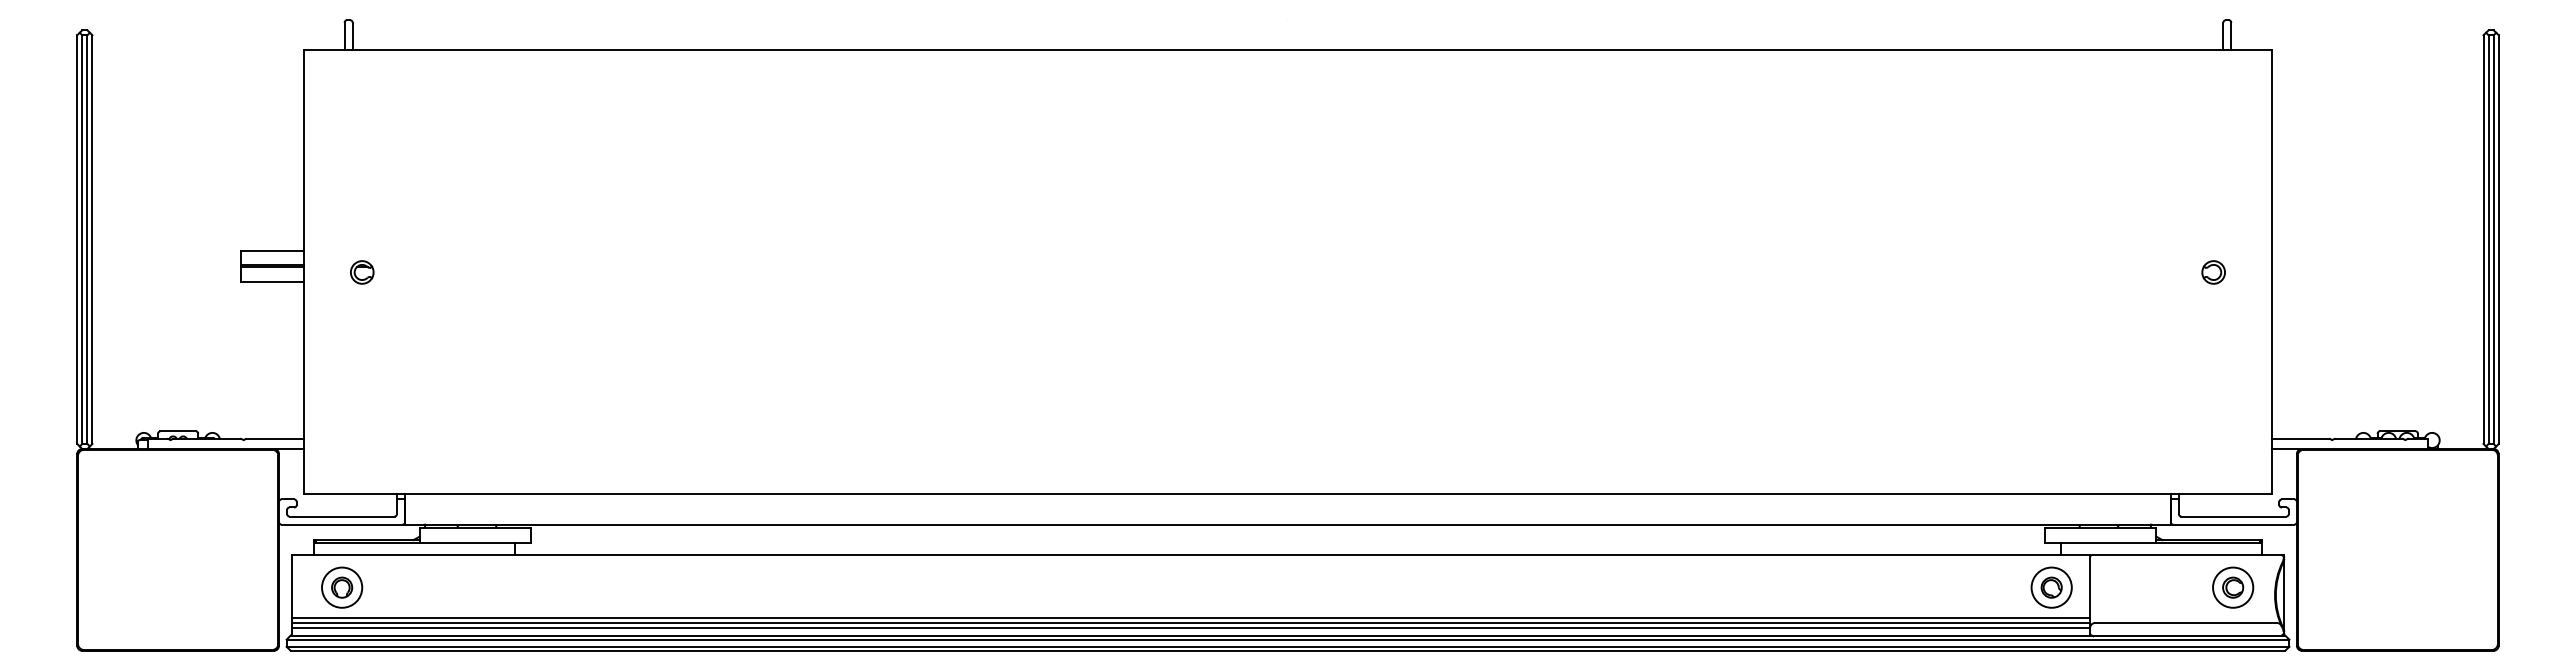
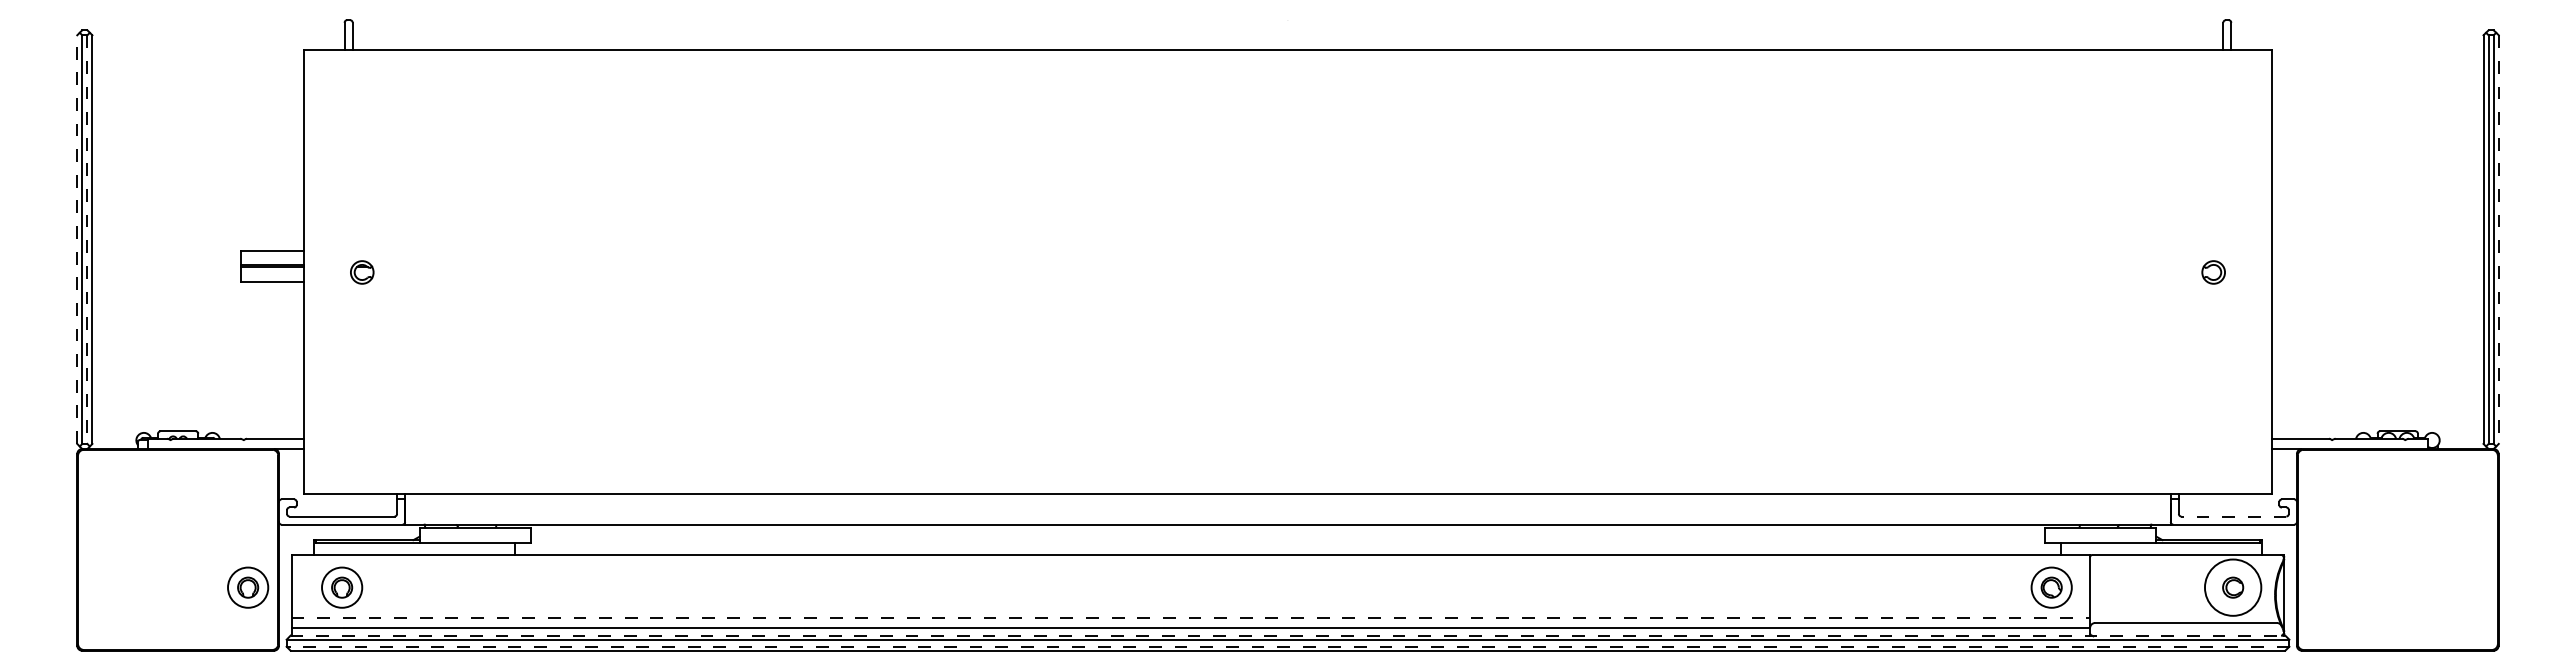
line at (77, 239): solid -> dashed
line at (87, 240): solid -> dashed
line at (2498, 240): solid -> dashed
line at (2233, 516): solid -> dashed
part at (248, 587): none -> present
circle at (2233, 587) diameter: 40 px -> 56 px
line at (1191, 617): solid -> dashed
line at (1190, 623): present -> none
line at (1288, 635): solid -> dashed
line at (1287, 646): solid -> dashed
